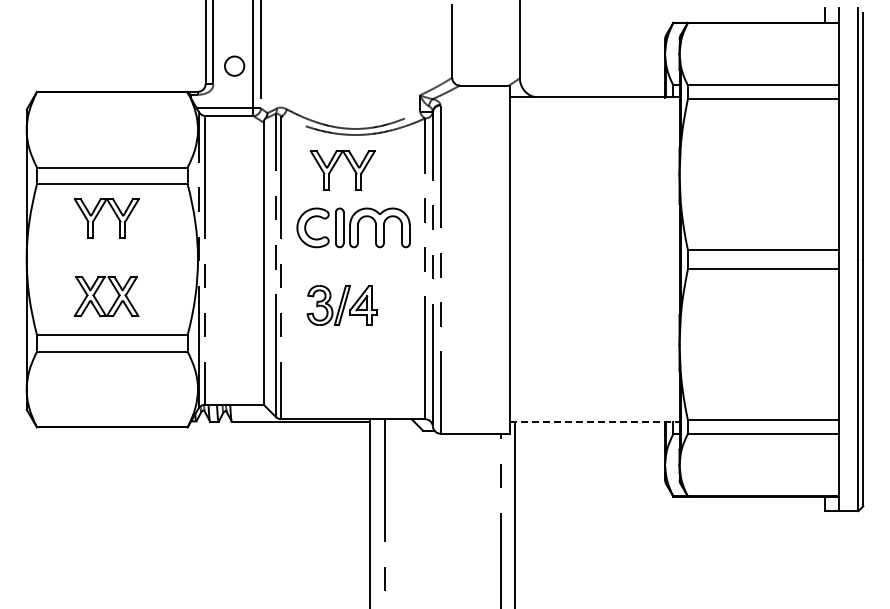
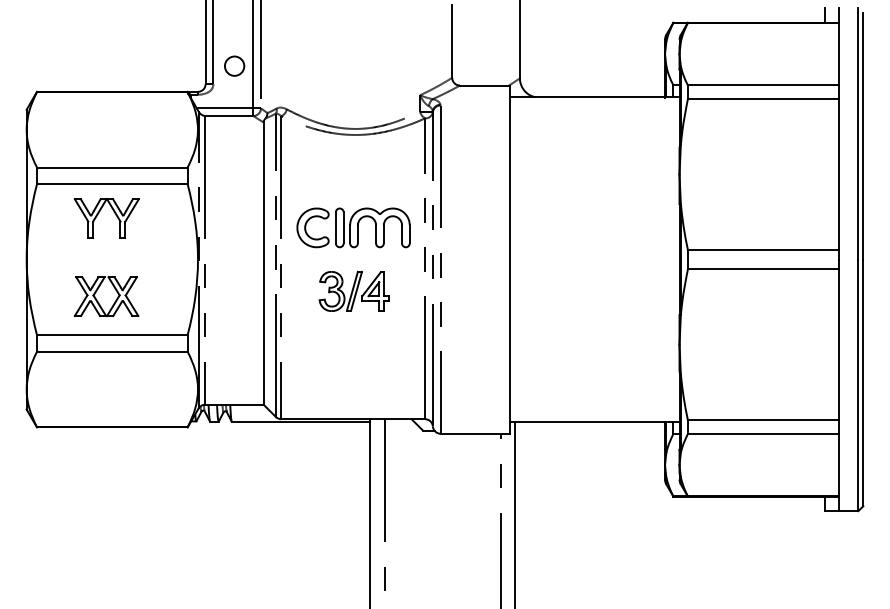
part at (335, 165): present -> none
part at (341, 304) position: (341, 304) -> (353, 290)
line at (594, 422): dashed -> solid
